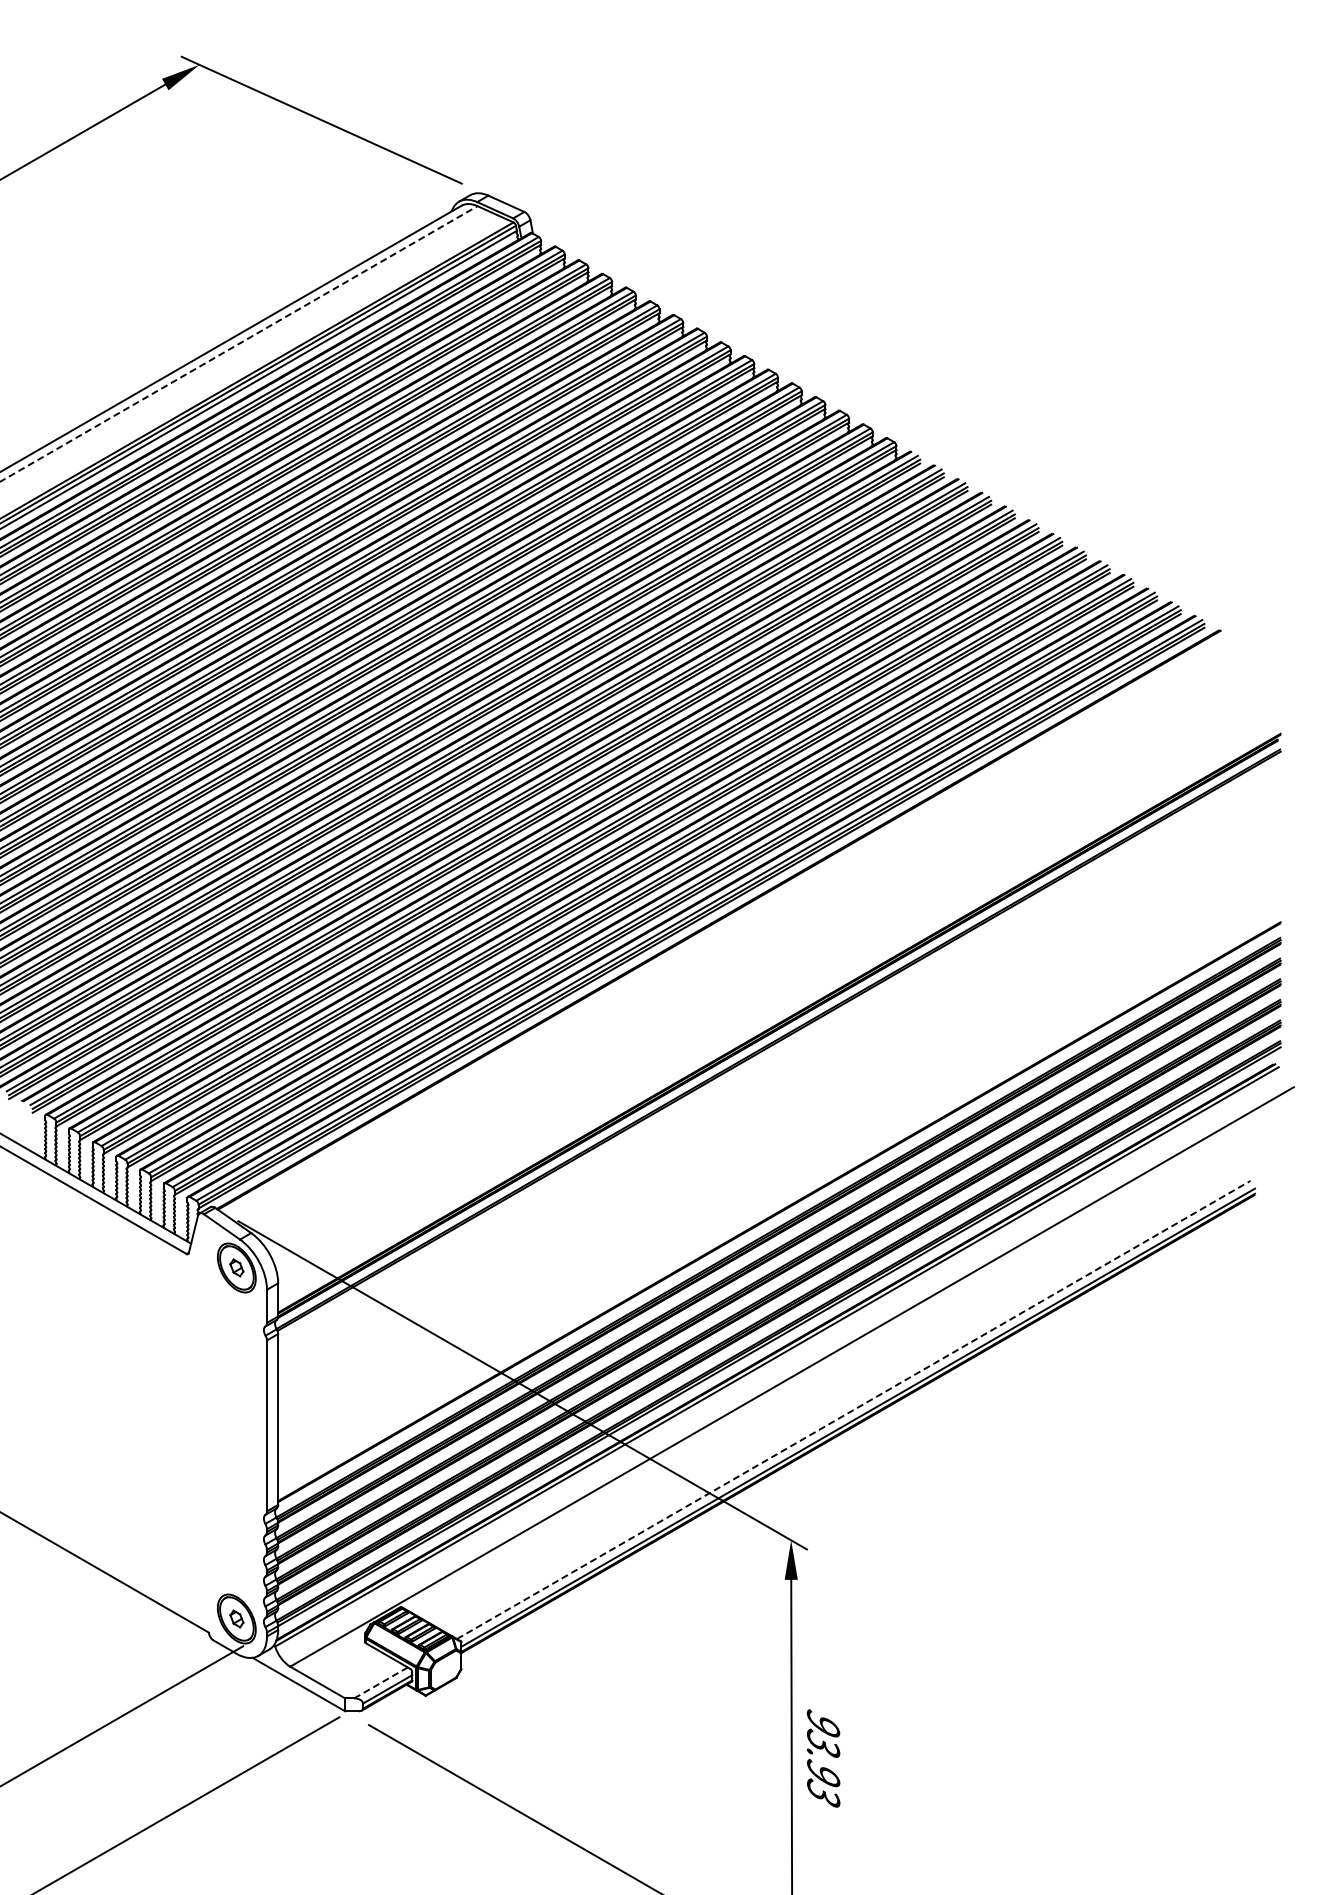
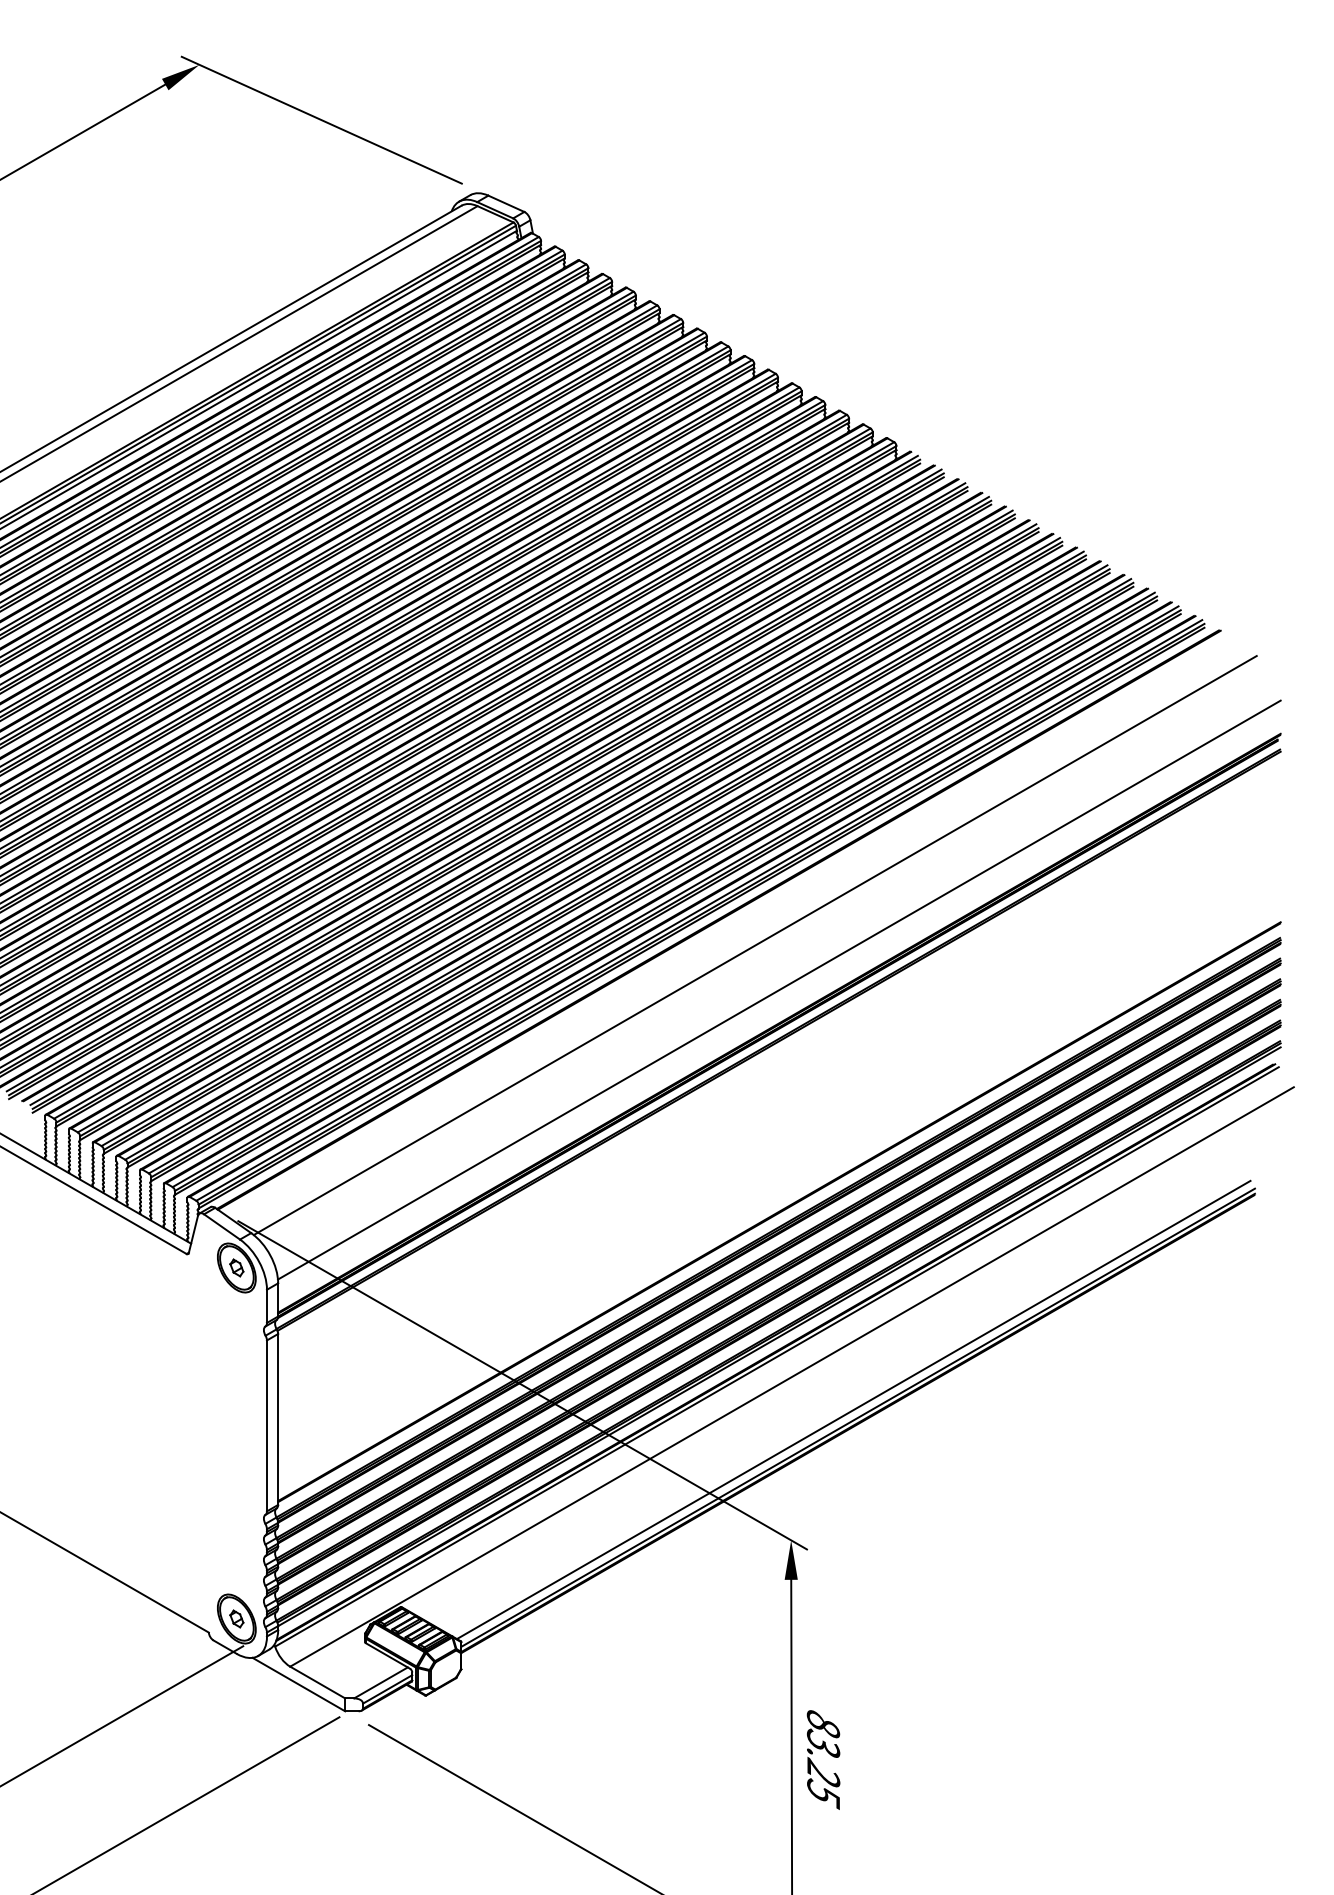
line at (239, 343): dashed -> solid
line at (754, 945): none -> present
line at (779, 989): none -> present
line at (854, 1409): dashed -> solid
line at (380, 1682): dashed -> solid
text at (823, 1759): 93.93 -> 83.25
